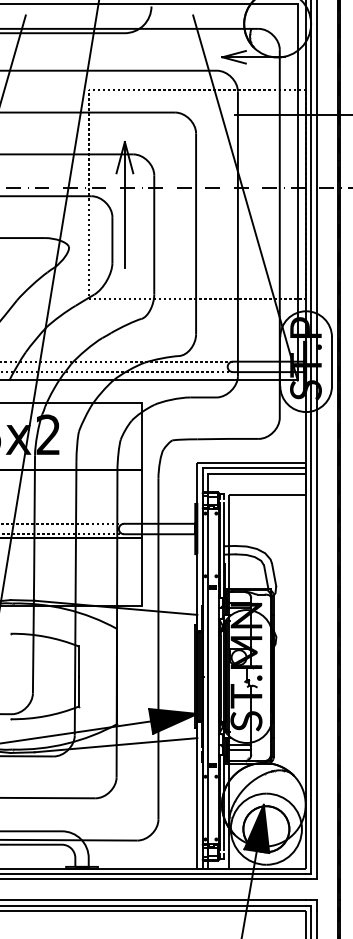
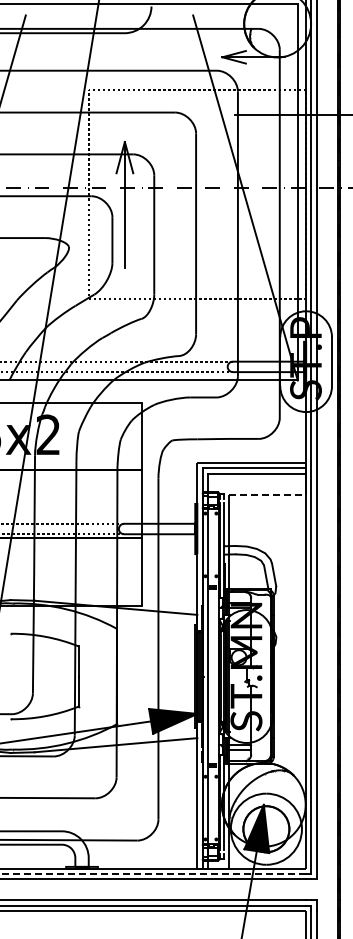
line at (267, 494): solid -> dashed
line at (153, 874): solid -> dashed
